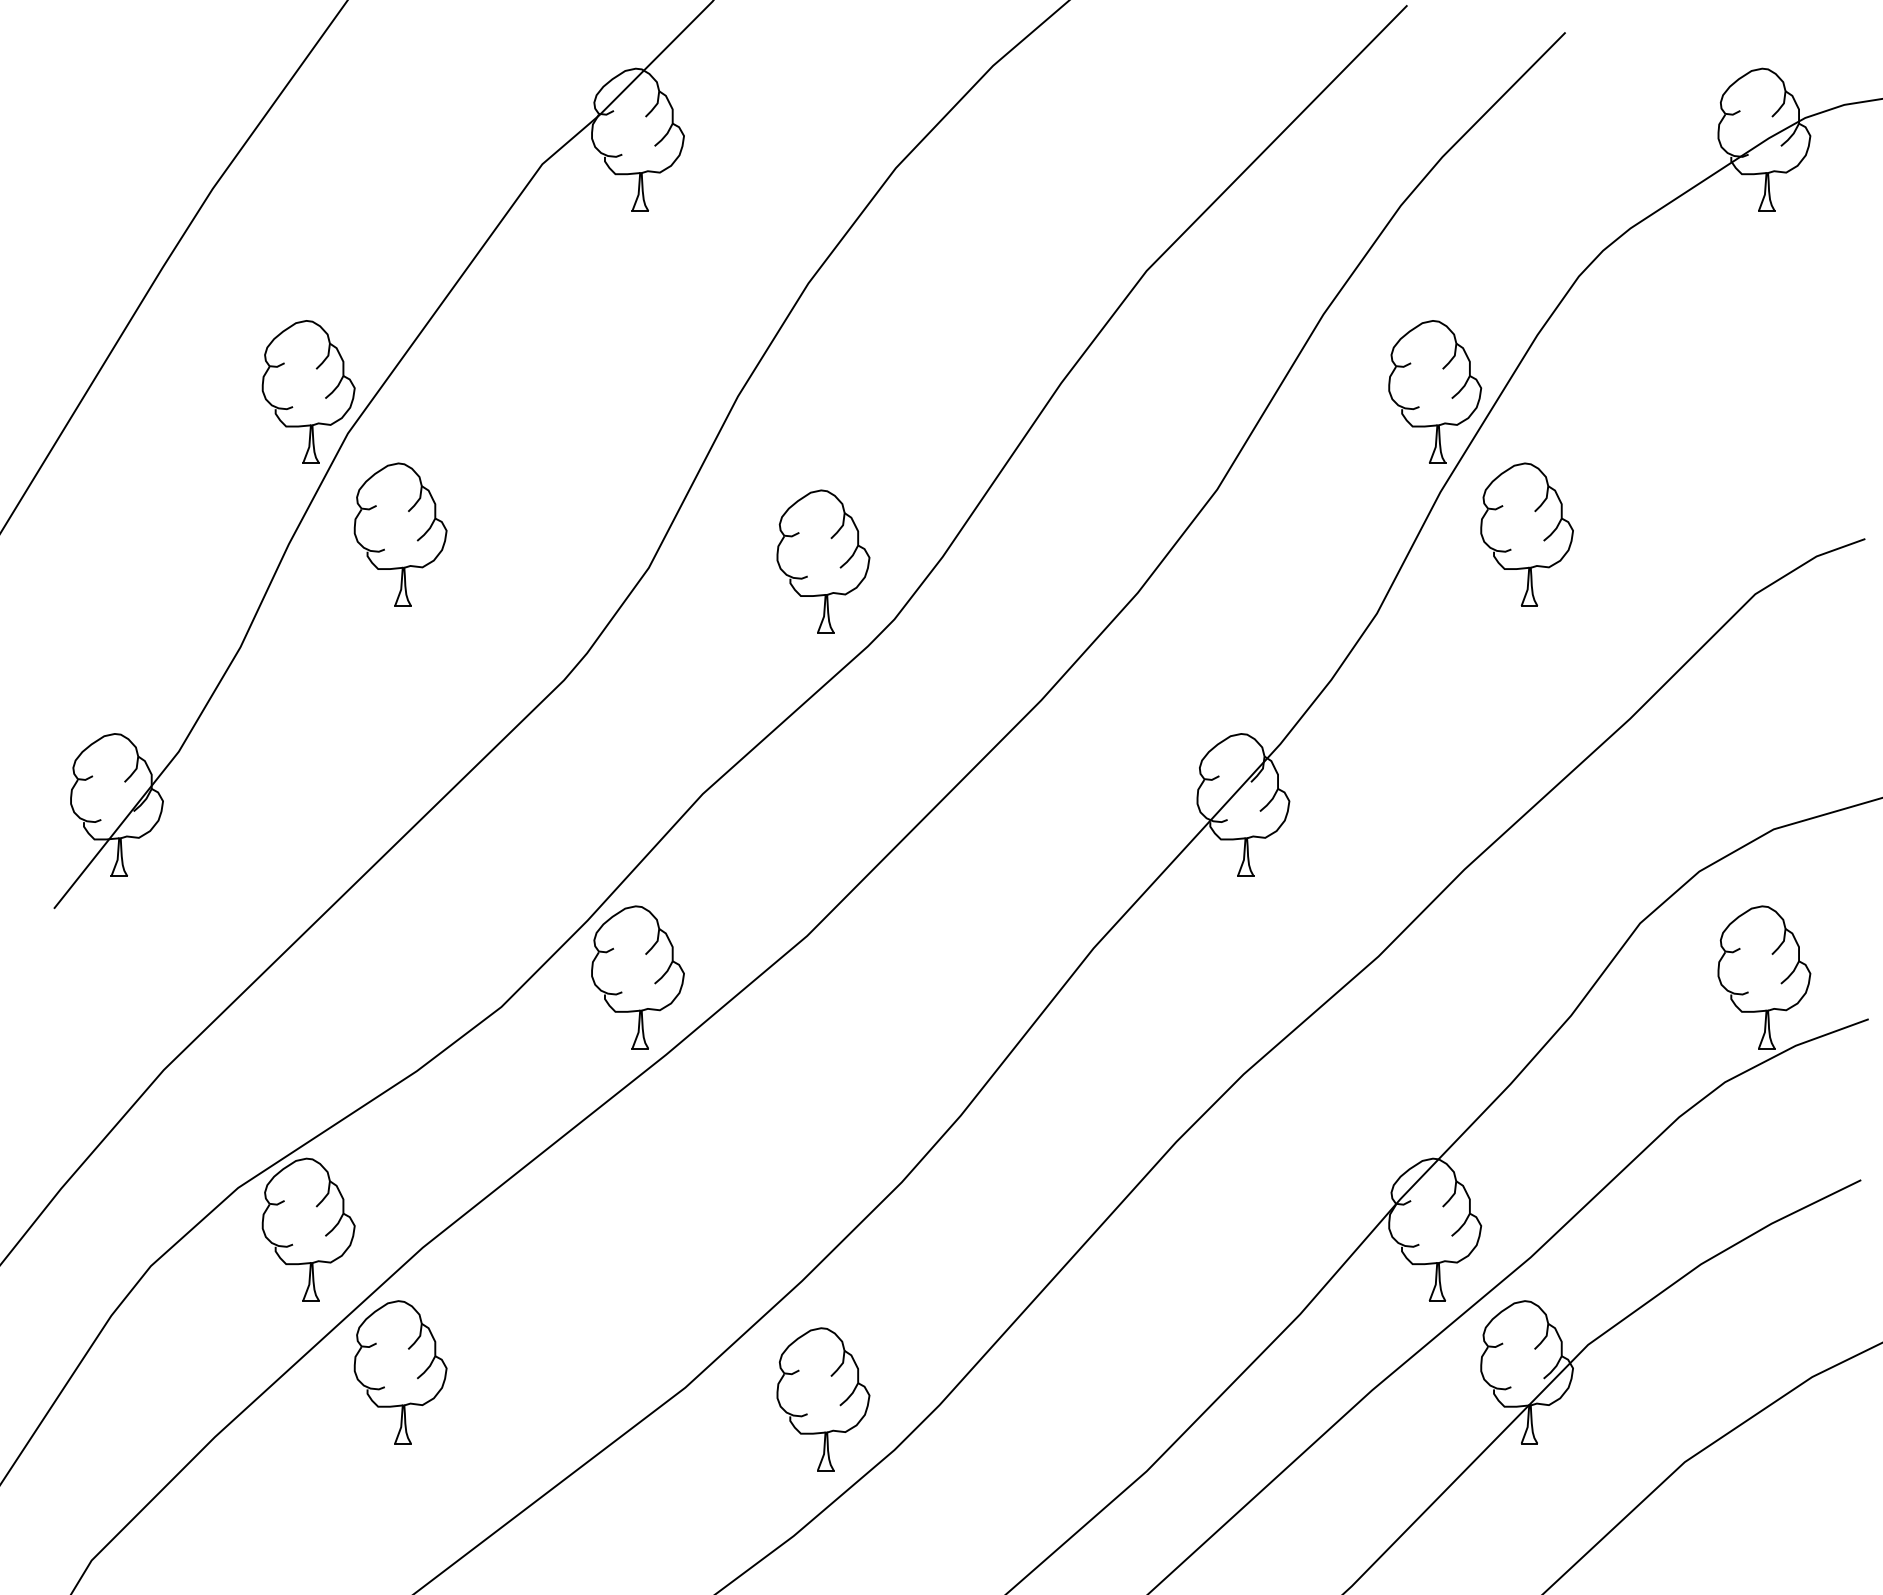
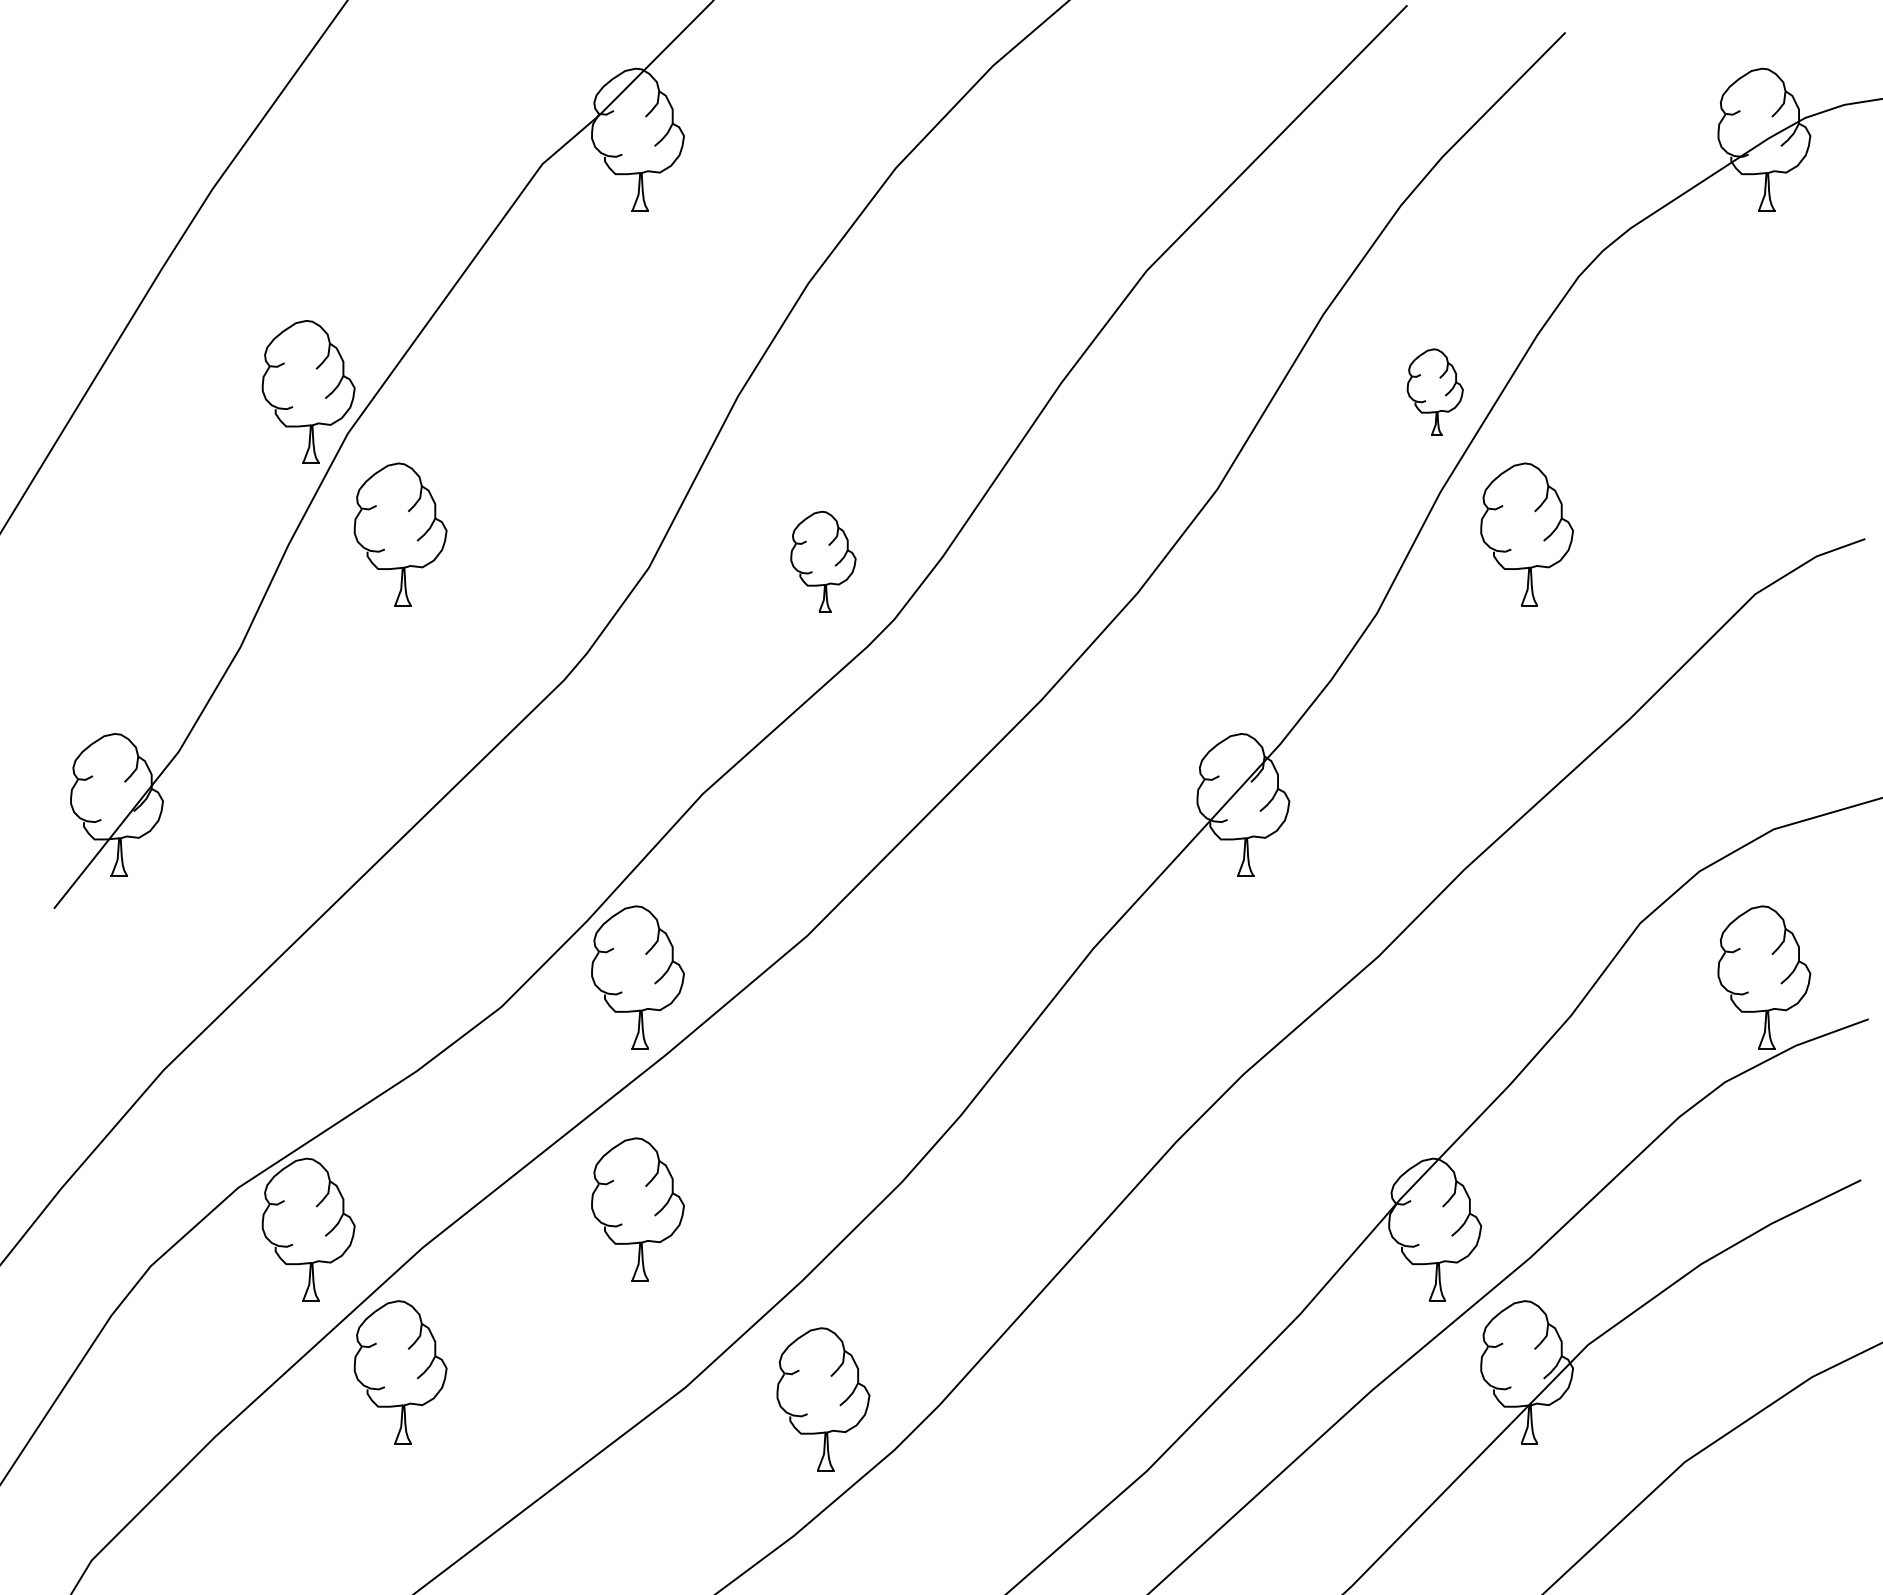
part at (1435, 391) size: 95x144 px -> 58x88 px
part at (823, 561) size: 95x145 px -> 67x103 px
part at (637, 1209): none -> present
